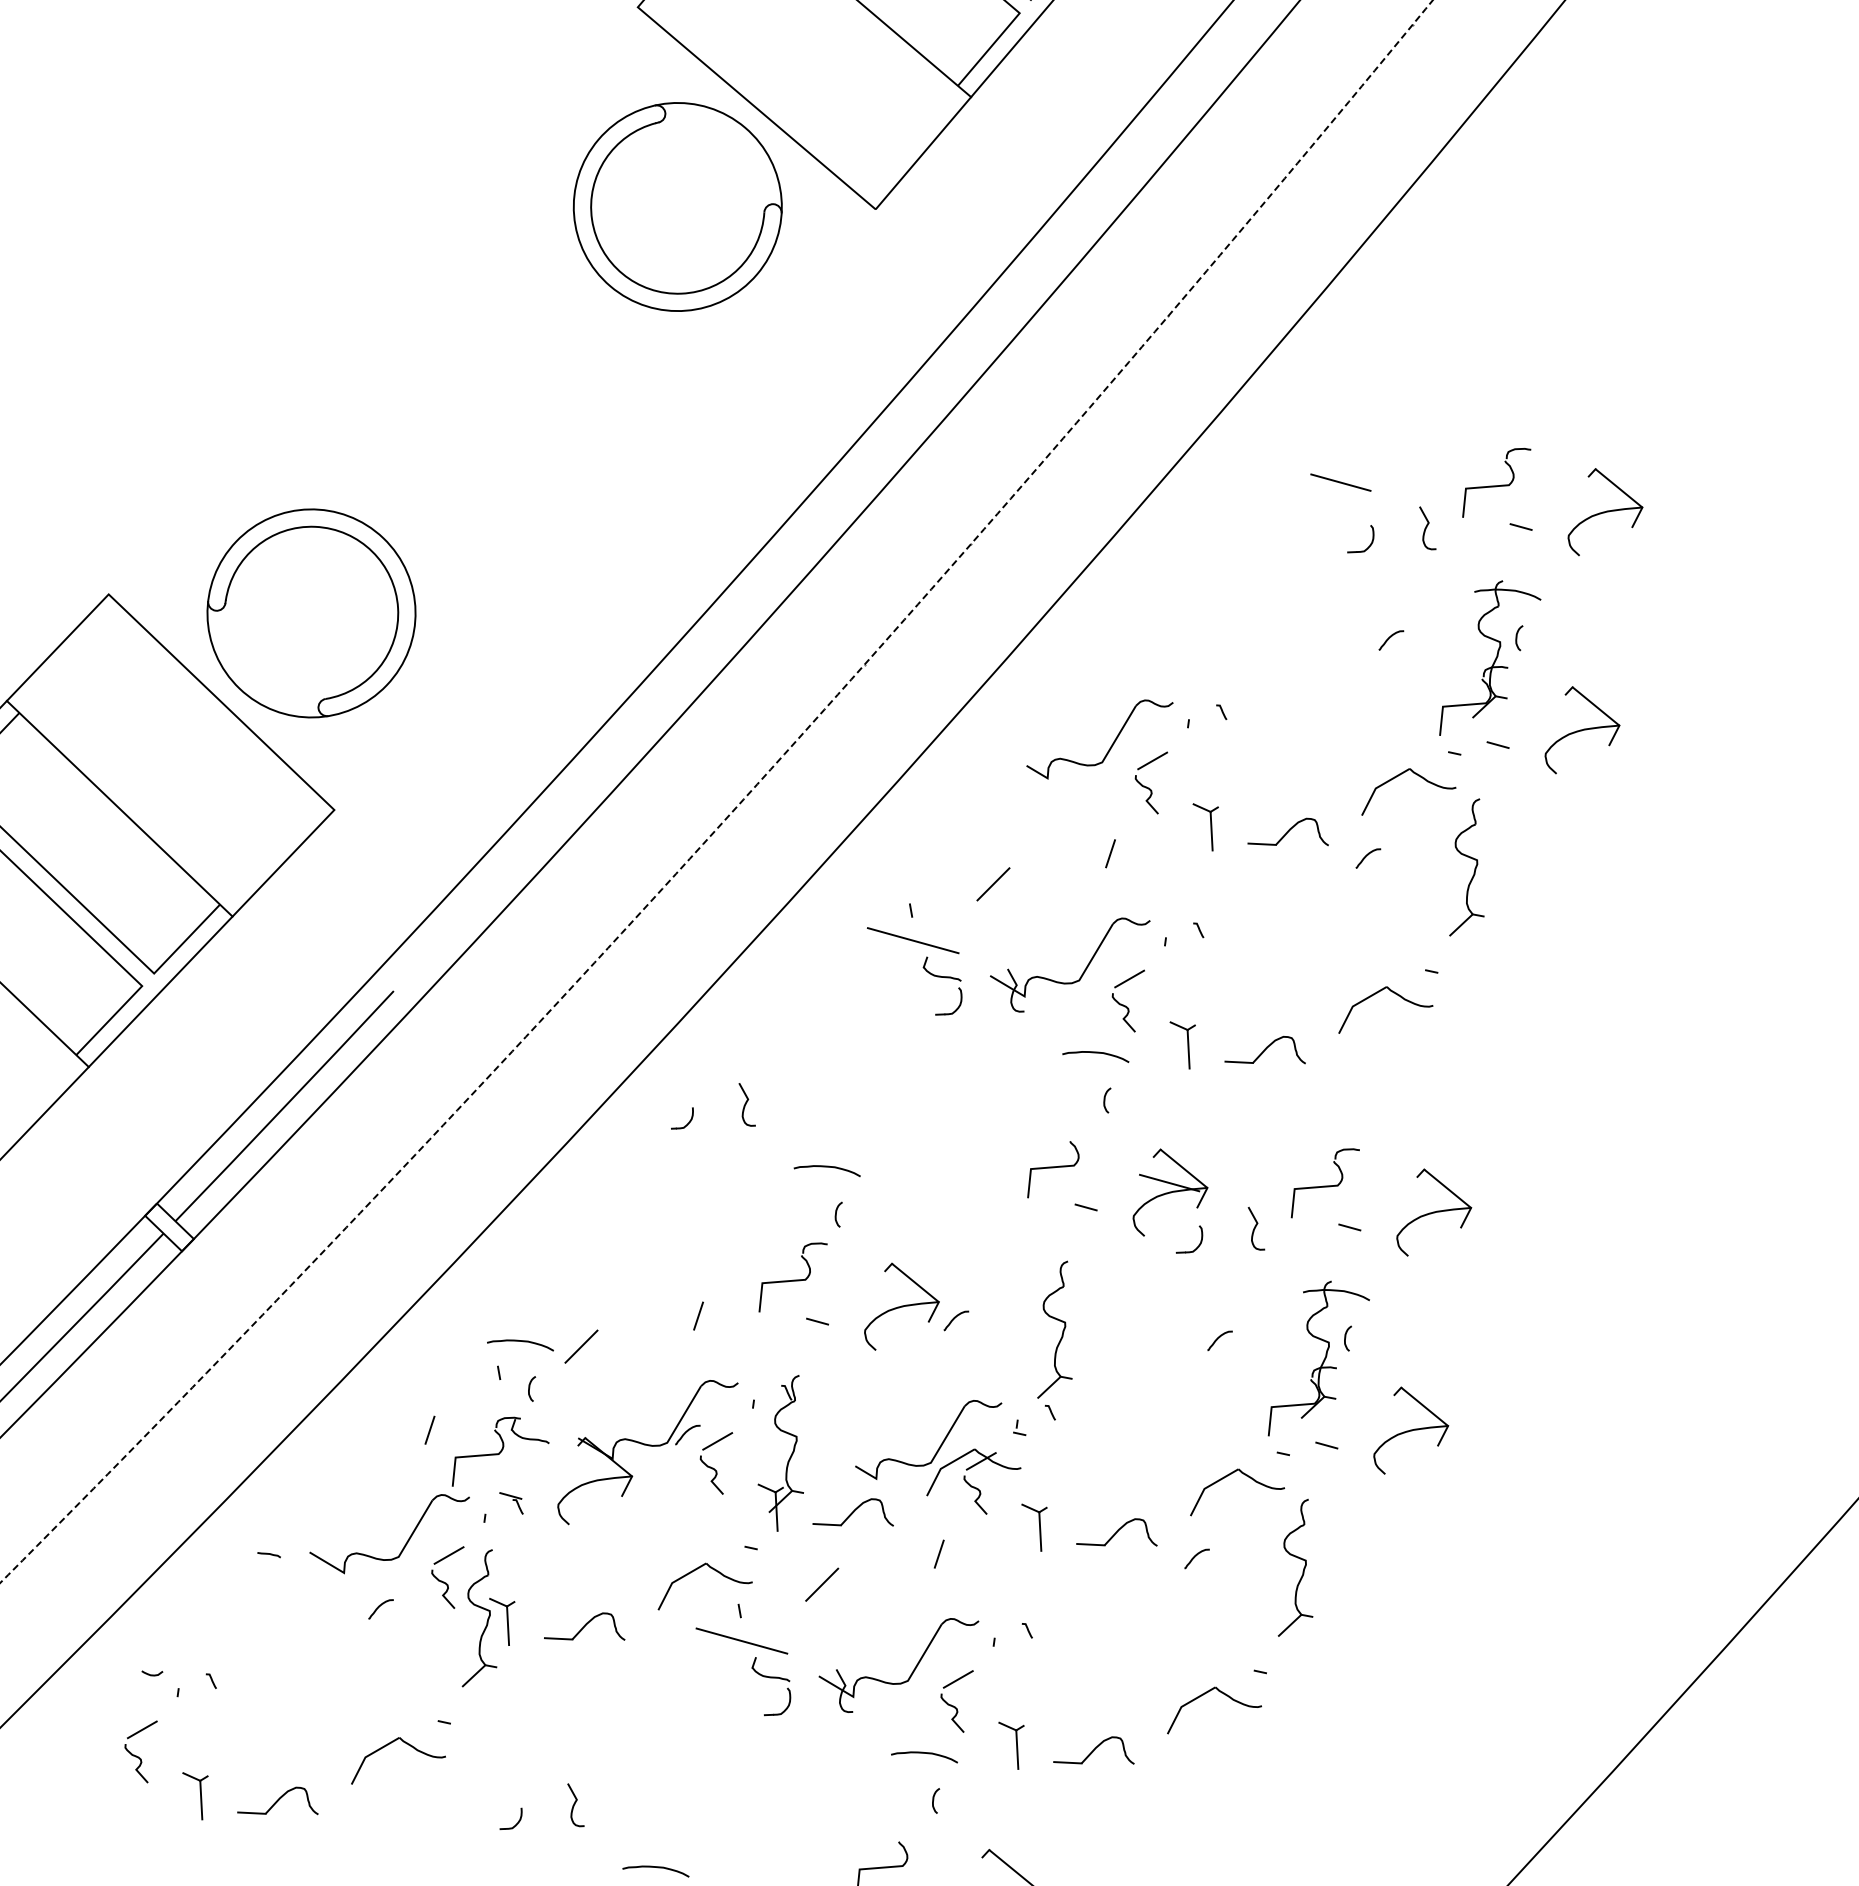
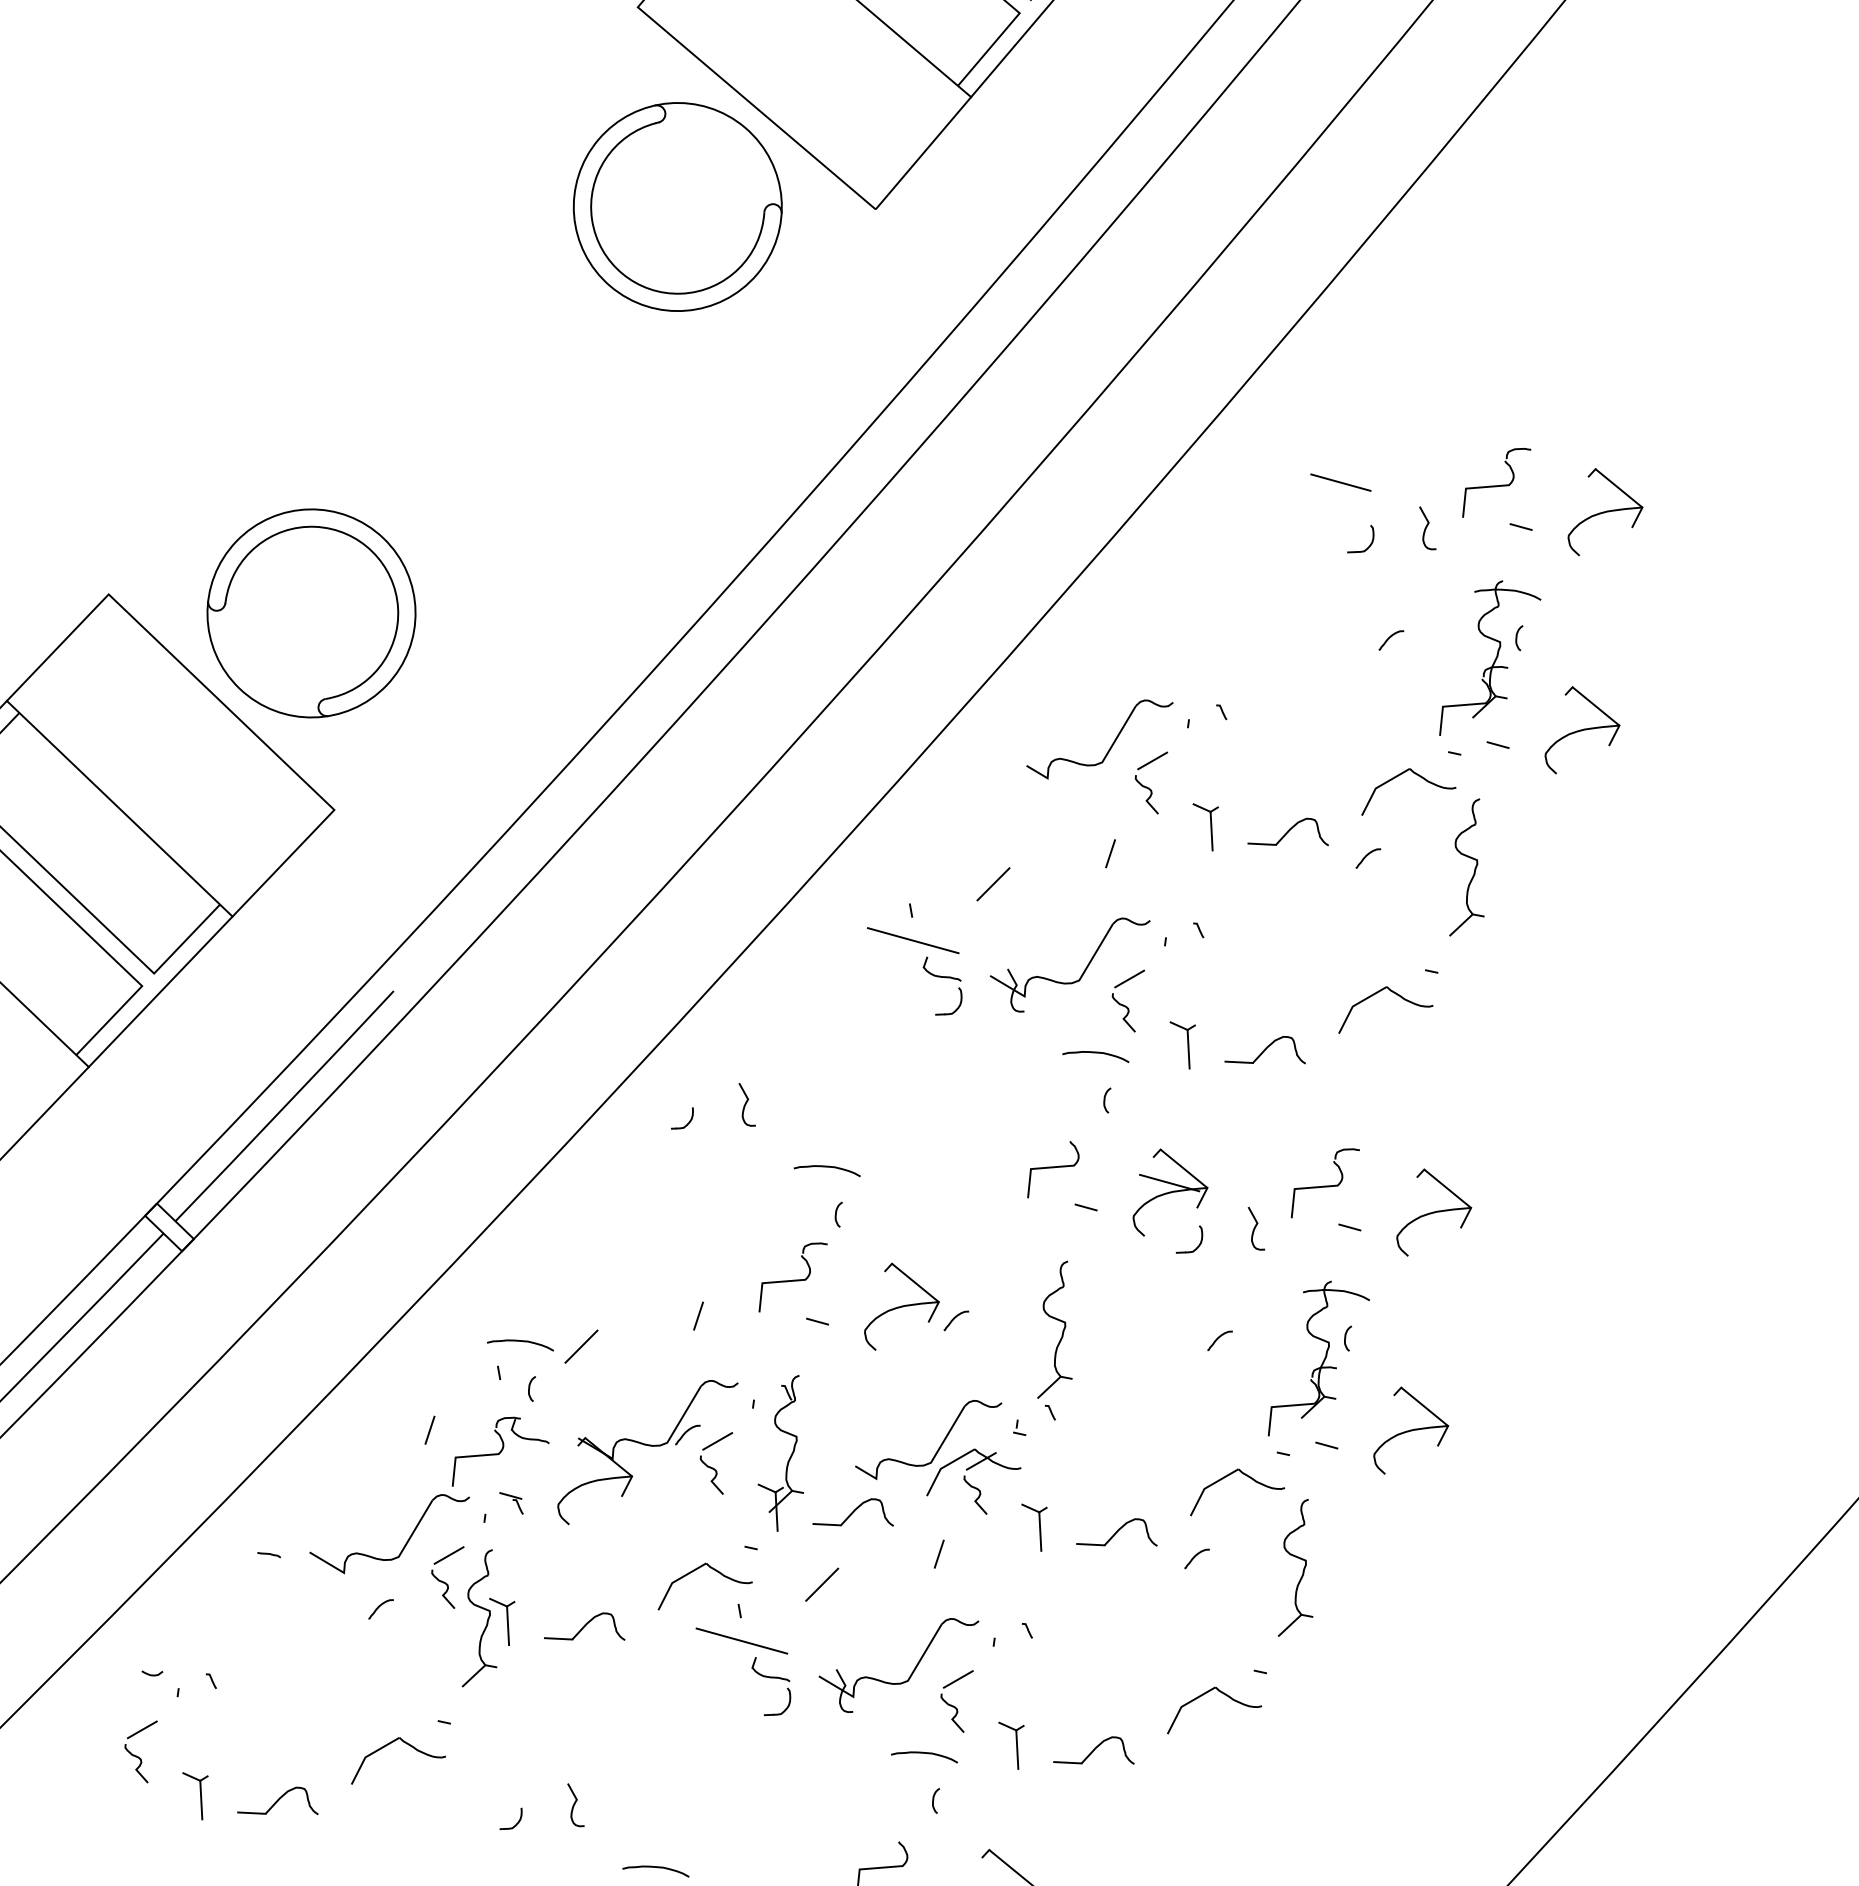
arc at (737, 806): dashed -> solid
